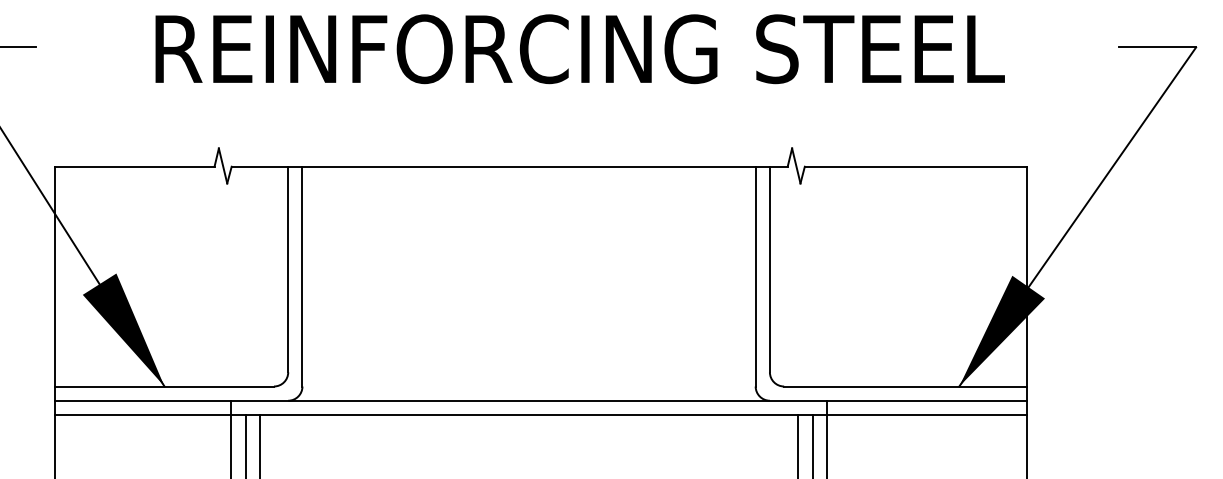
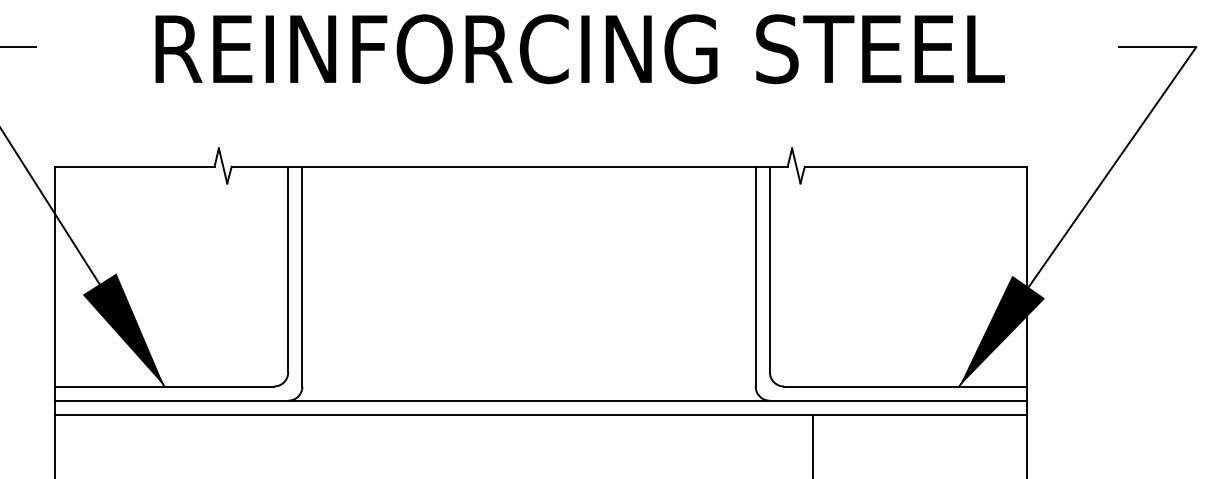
line at (231, 437): present -> none
line at (826, 437): present -> none
line at (245, 444): present -> none
line at (259, 444): present -> none
line at (798, 444): present -> none
